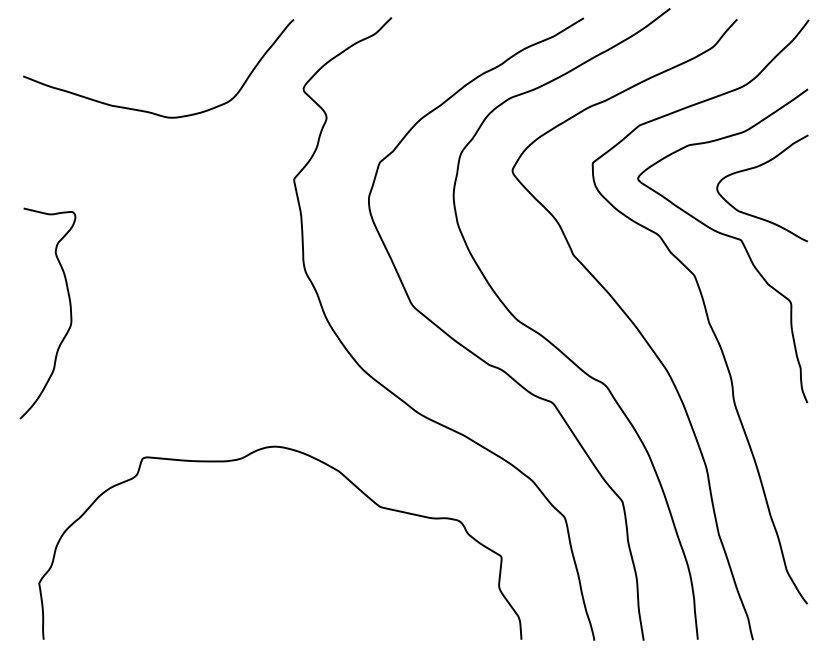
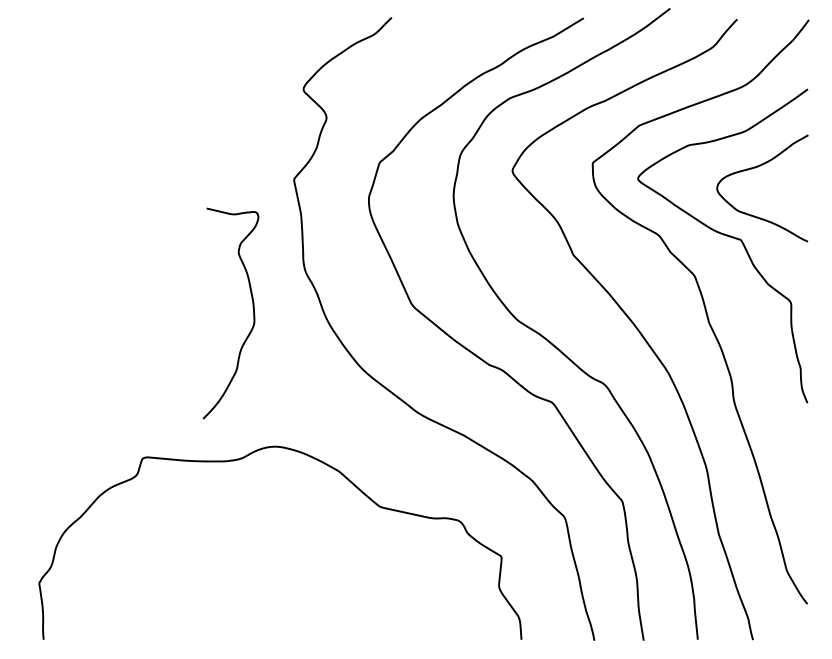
curve at (146, 110): present -> none
curve at (69, 307) position: (69, 307) -> (252, 307)
